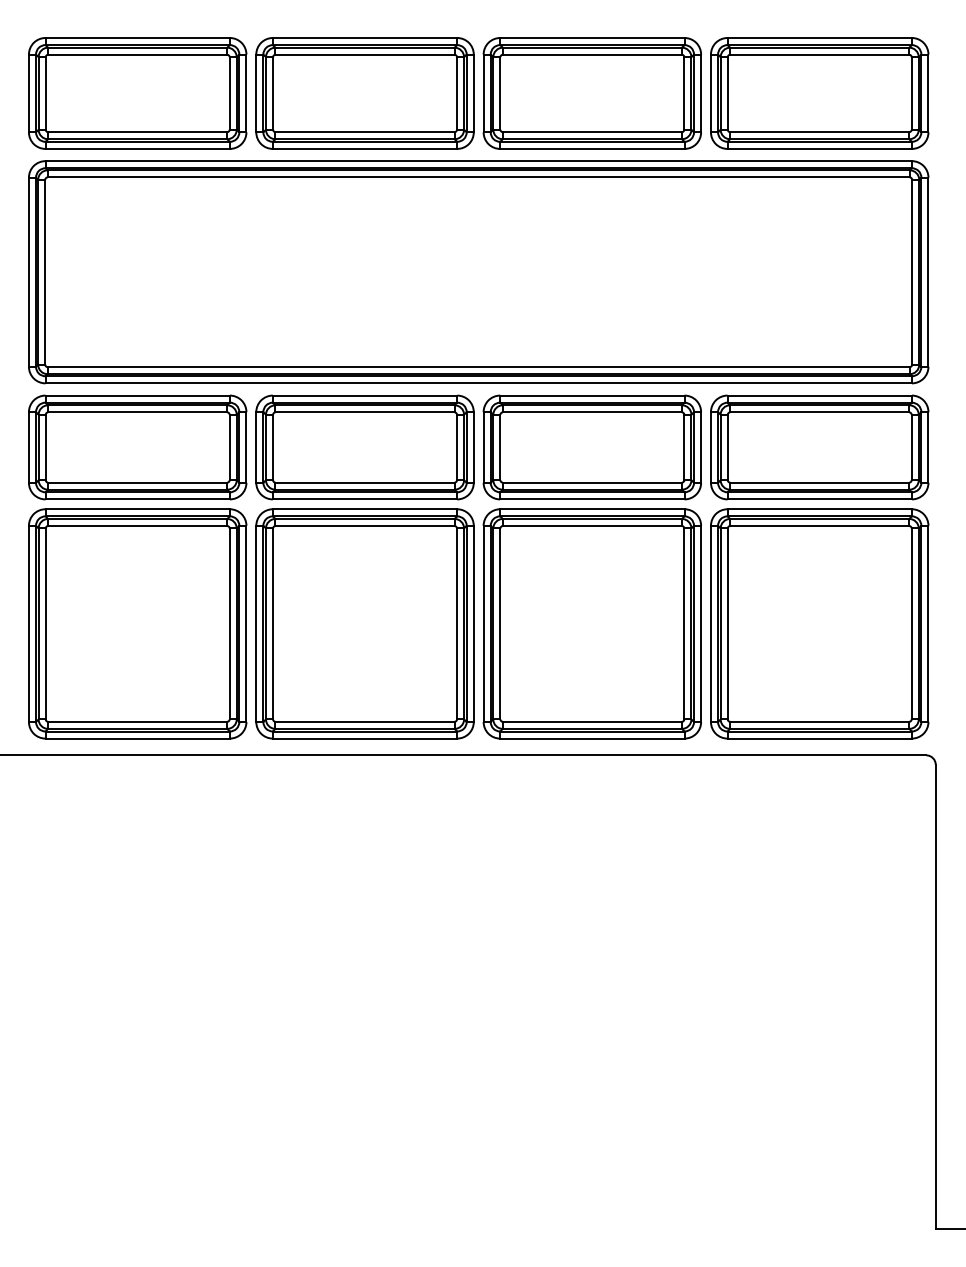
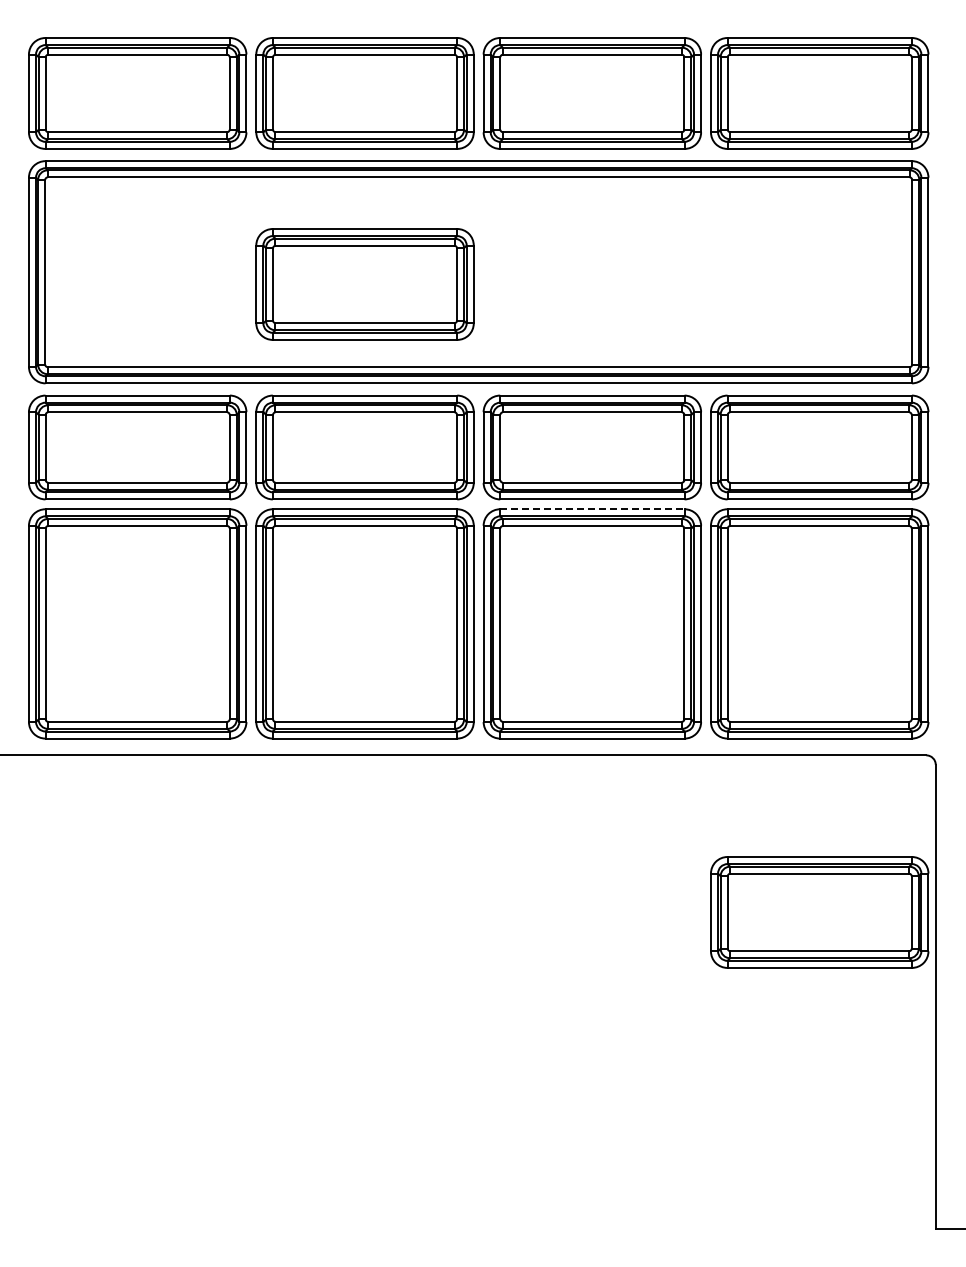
part at (364, 284): none -> present
line at (592, 509): solid -> dashed
part at (819, 912): none -> present
